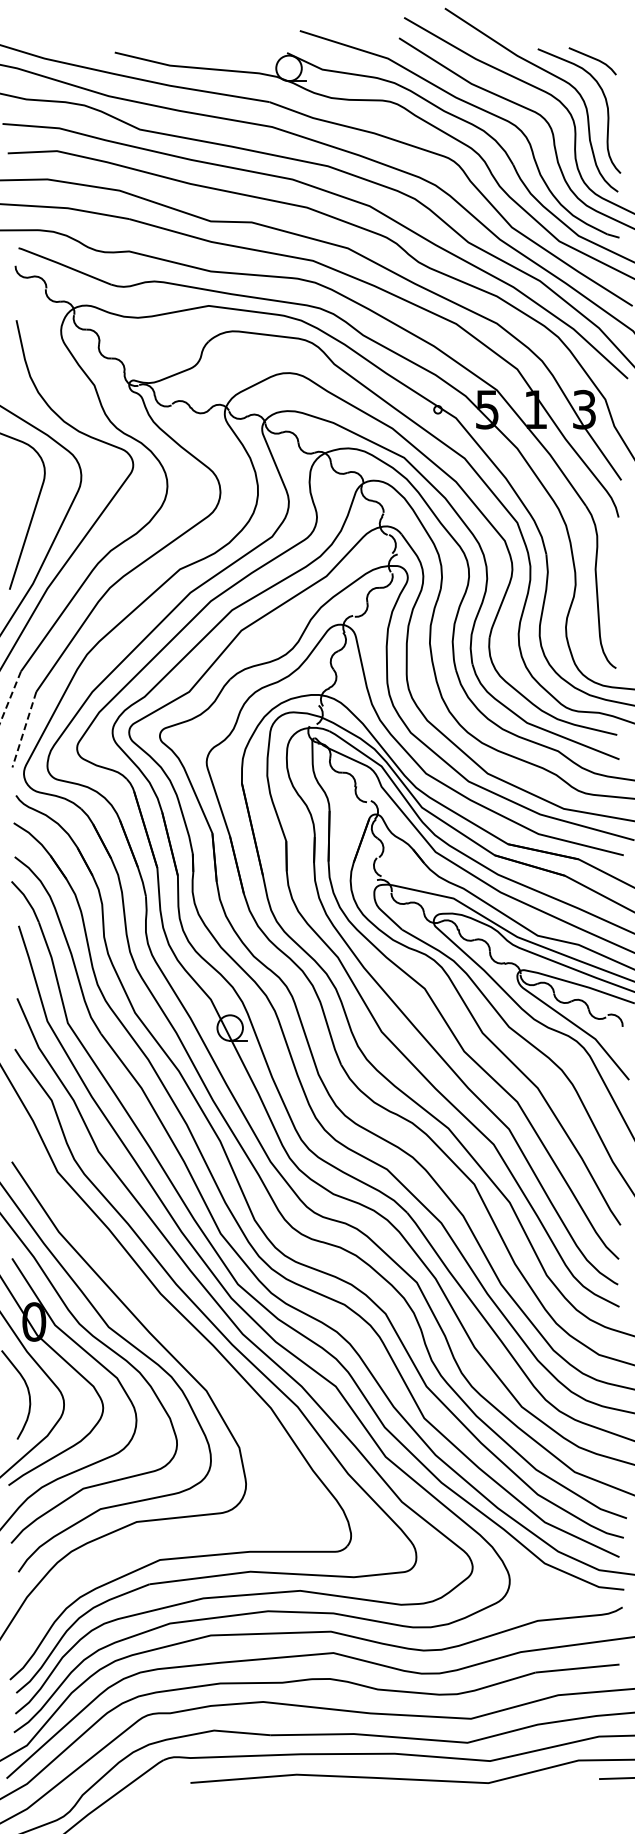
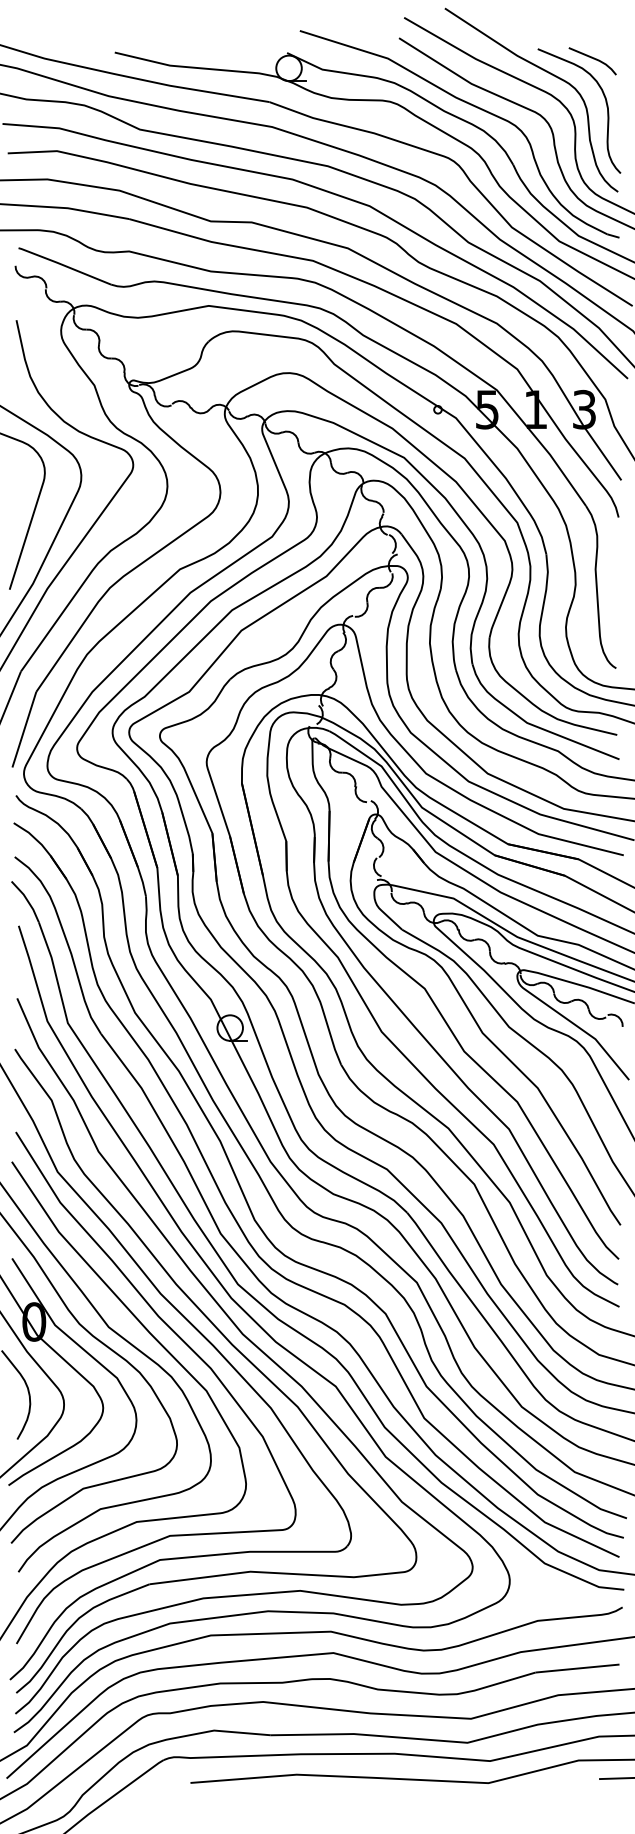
line at (10, 697): dashed -> solid
line at (24, 729): dashed -> solid
curve at (191, 1350): none -> present
